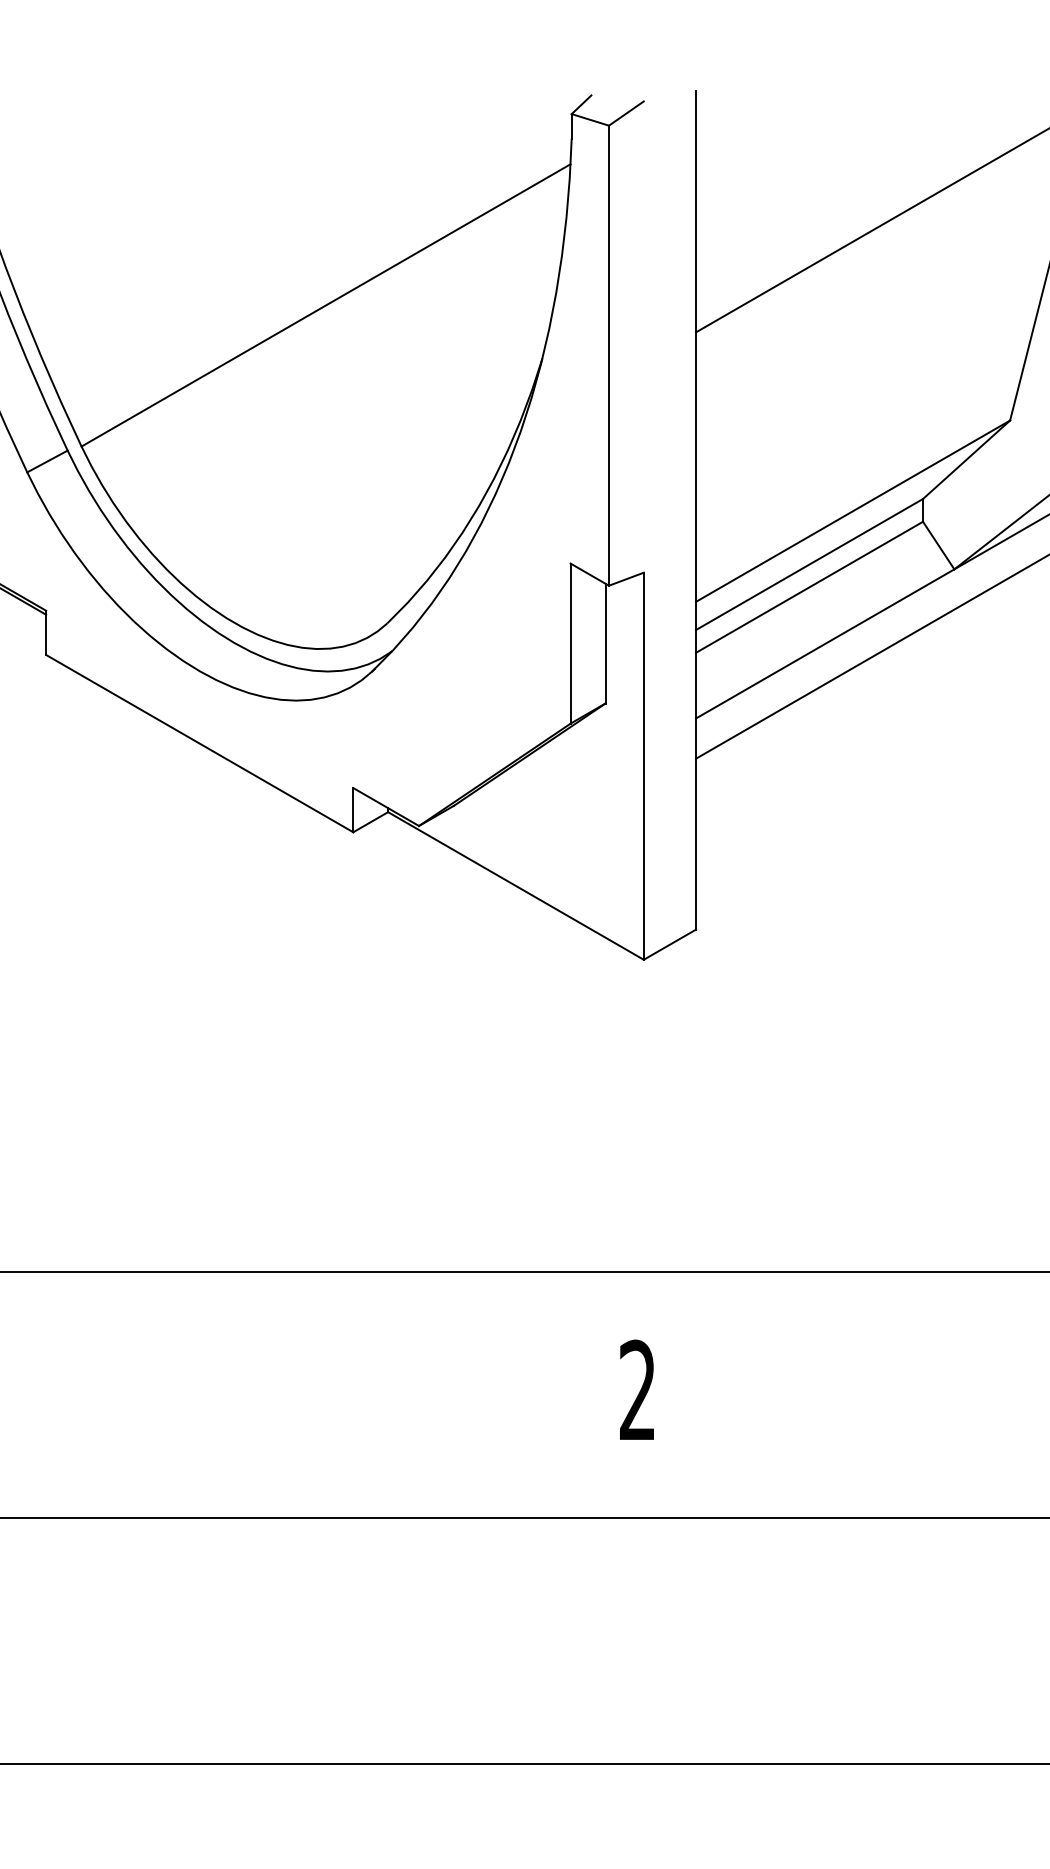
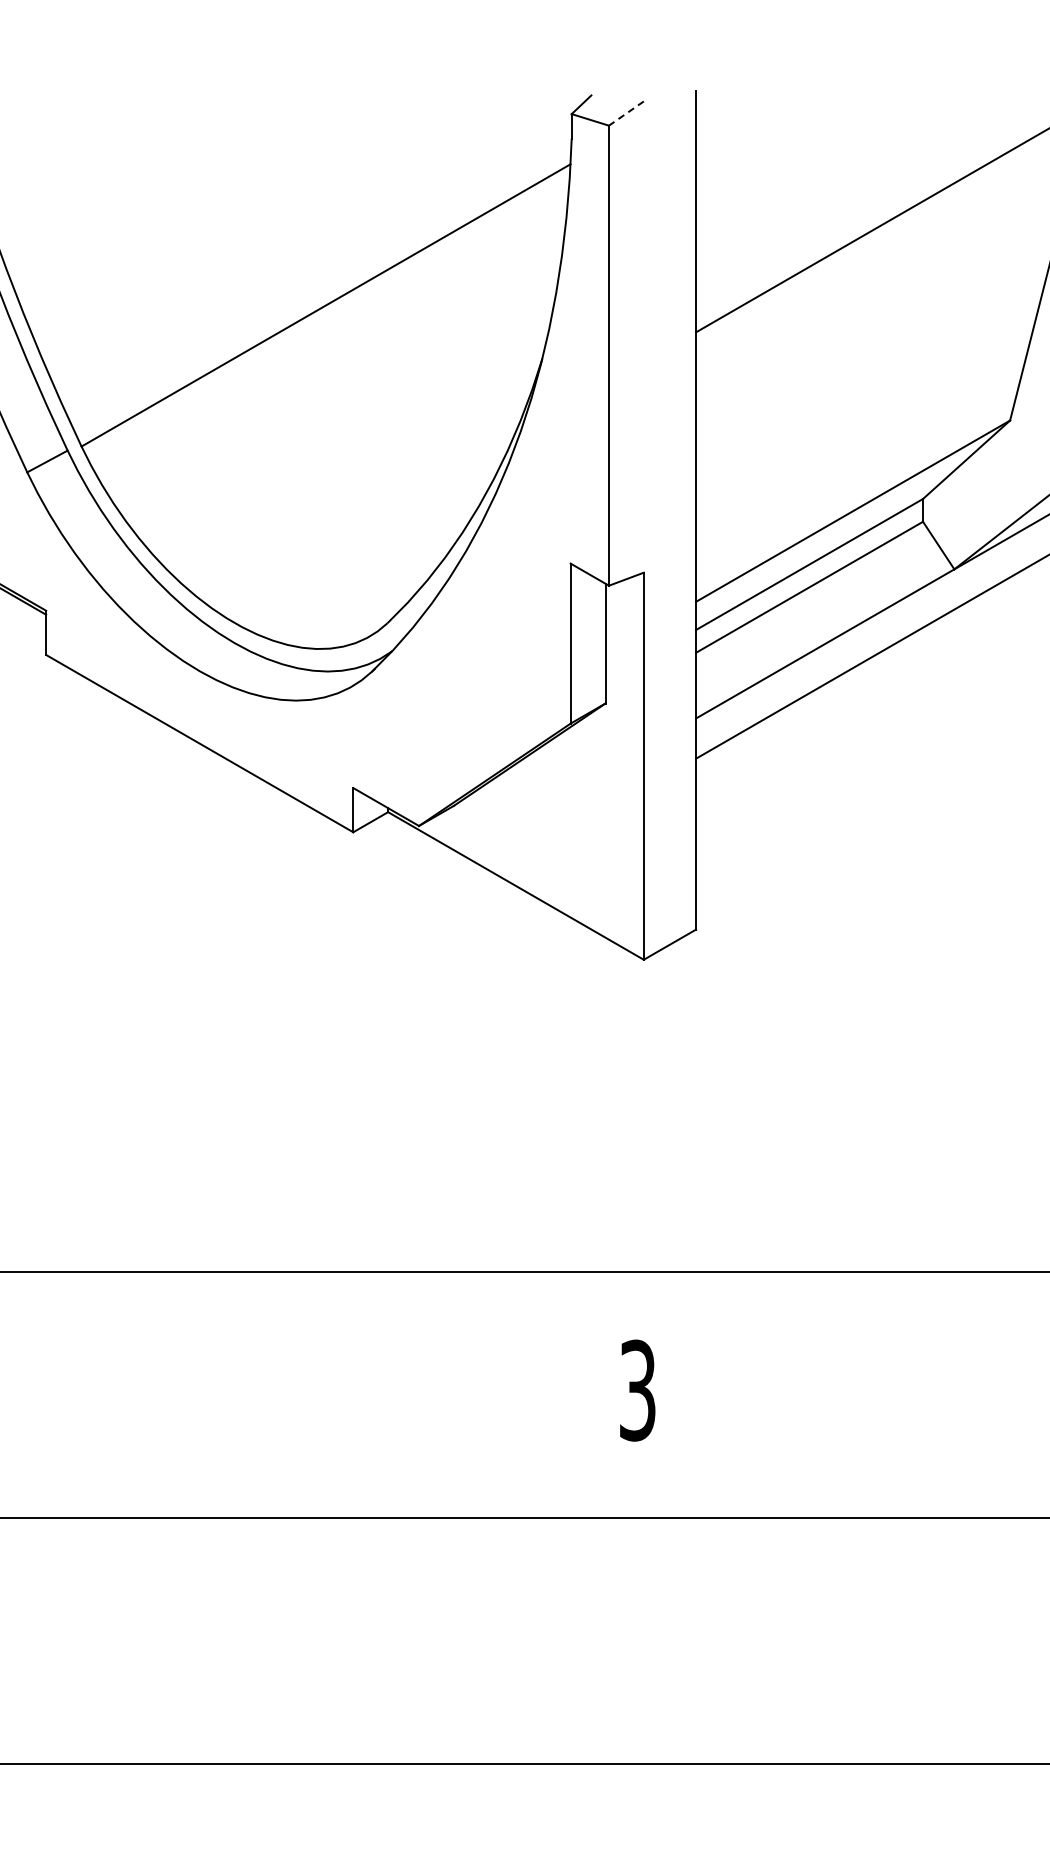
line at (625, 113): solid -> dashed
text at (637, 1390): 2 -> 3
